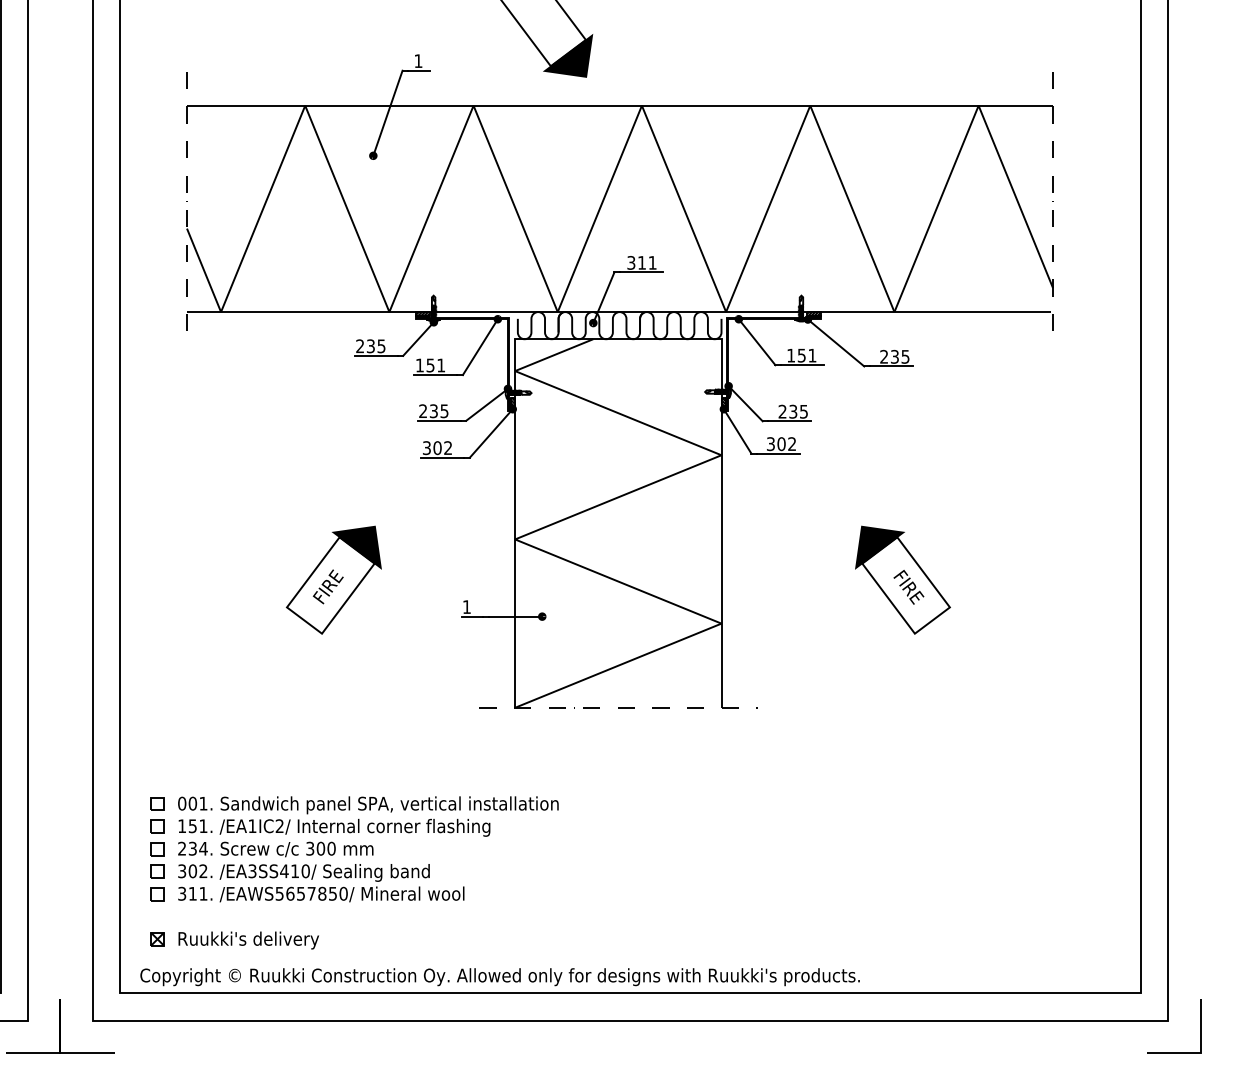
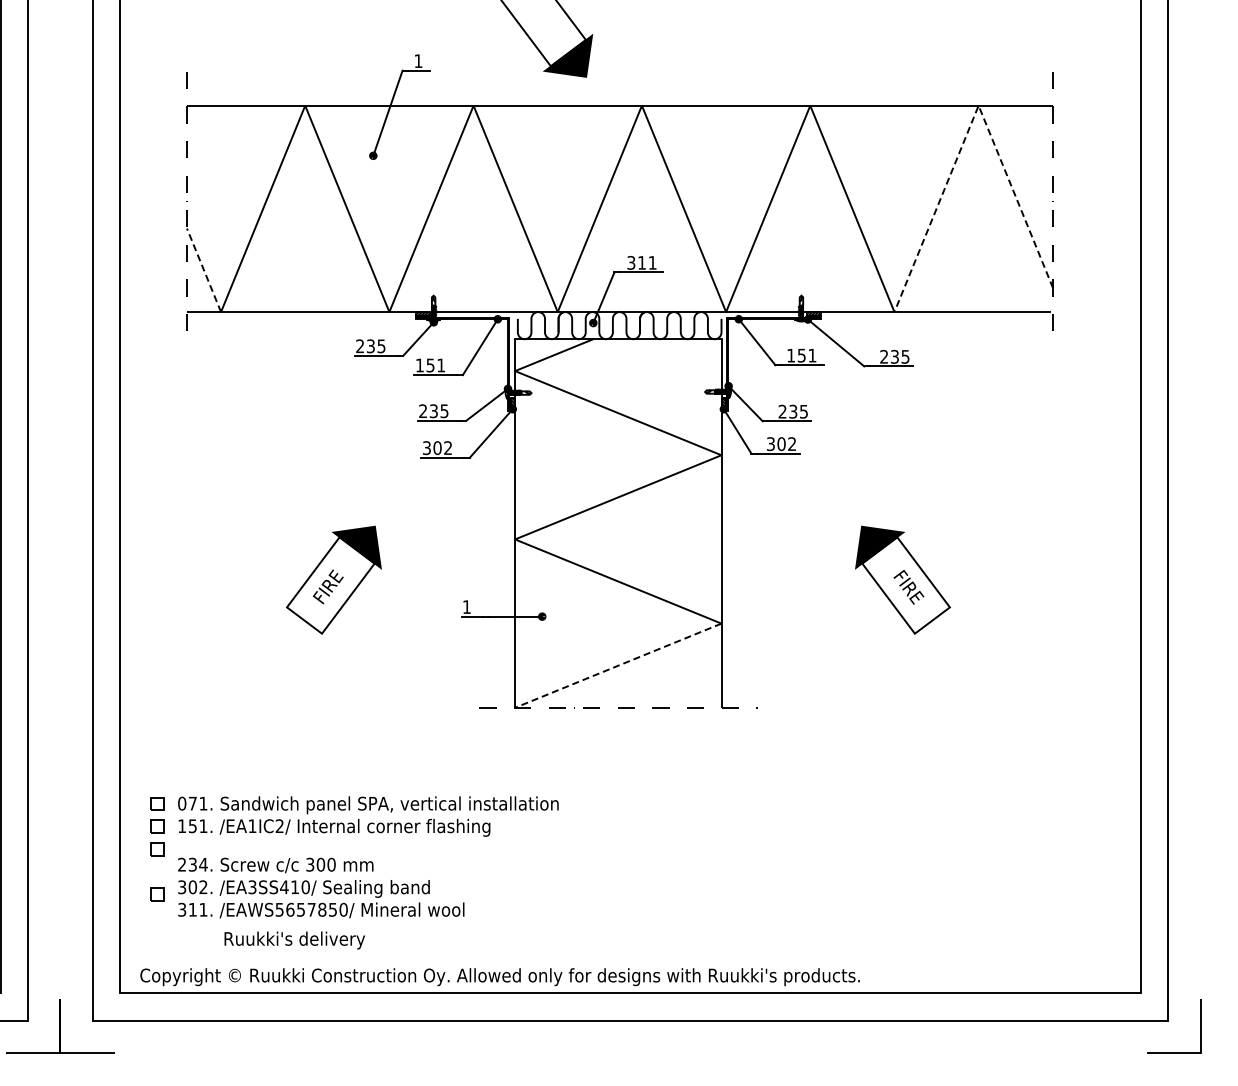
line at (973, 117): solid -> dashed
line at (203, 269): solid -> dashed
line at (617, 665): solid -> dashed
text at (192, 803): 001. -> 071.
part at (157, 871): present -> none
text at (321, 871) position: (321, 871) -> (321, 887)
part at (157, 939): present -> none
text at (248, 940) position: (248, 940) -> (294, 940)
